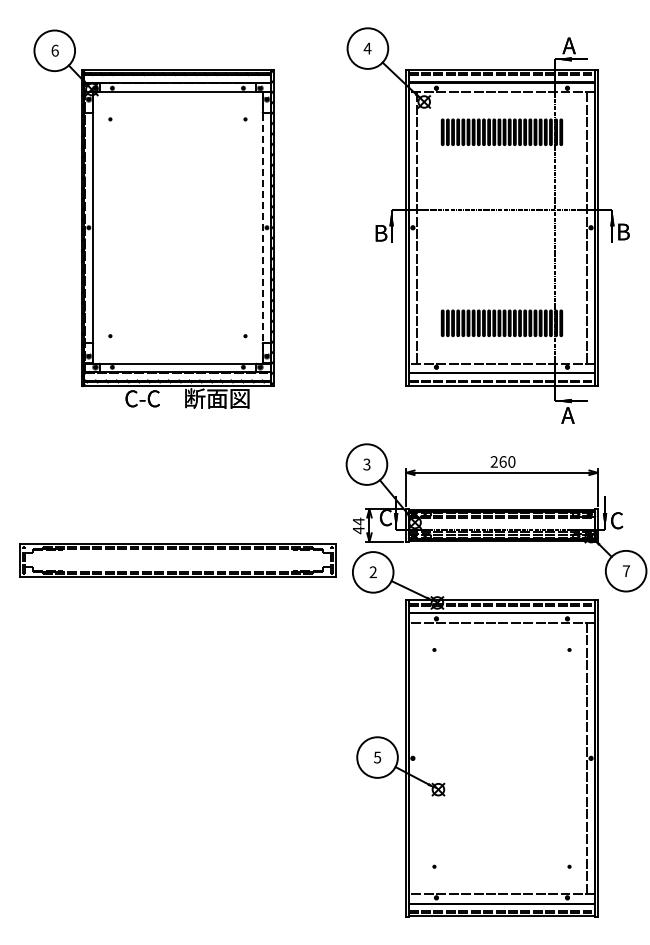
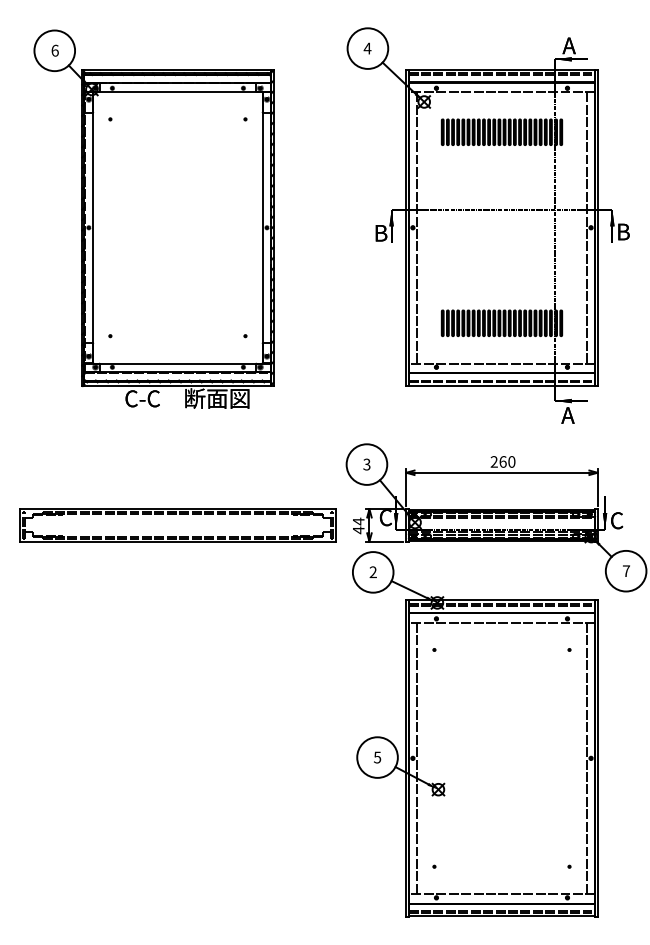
line at (262, 228): dashed -> solid
part at (177, 560) position: (177, 560) -> (177, 525)
line at (417, 757): none -> present
